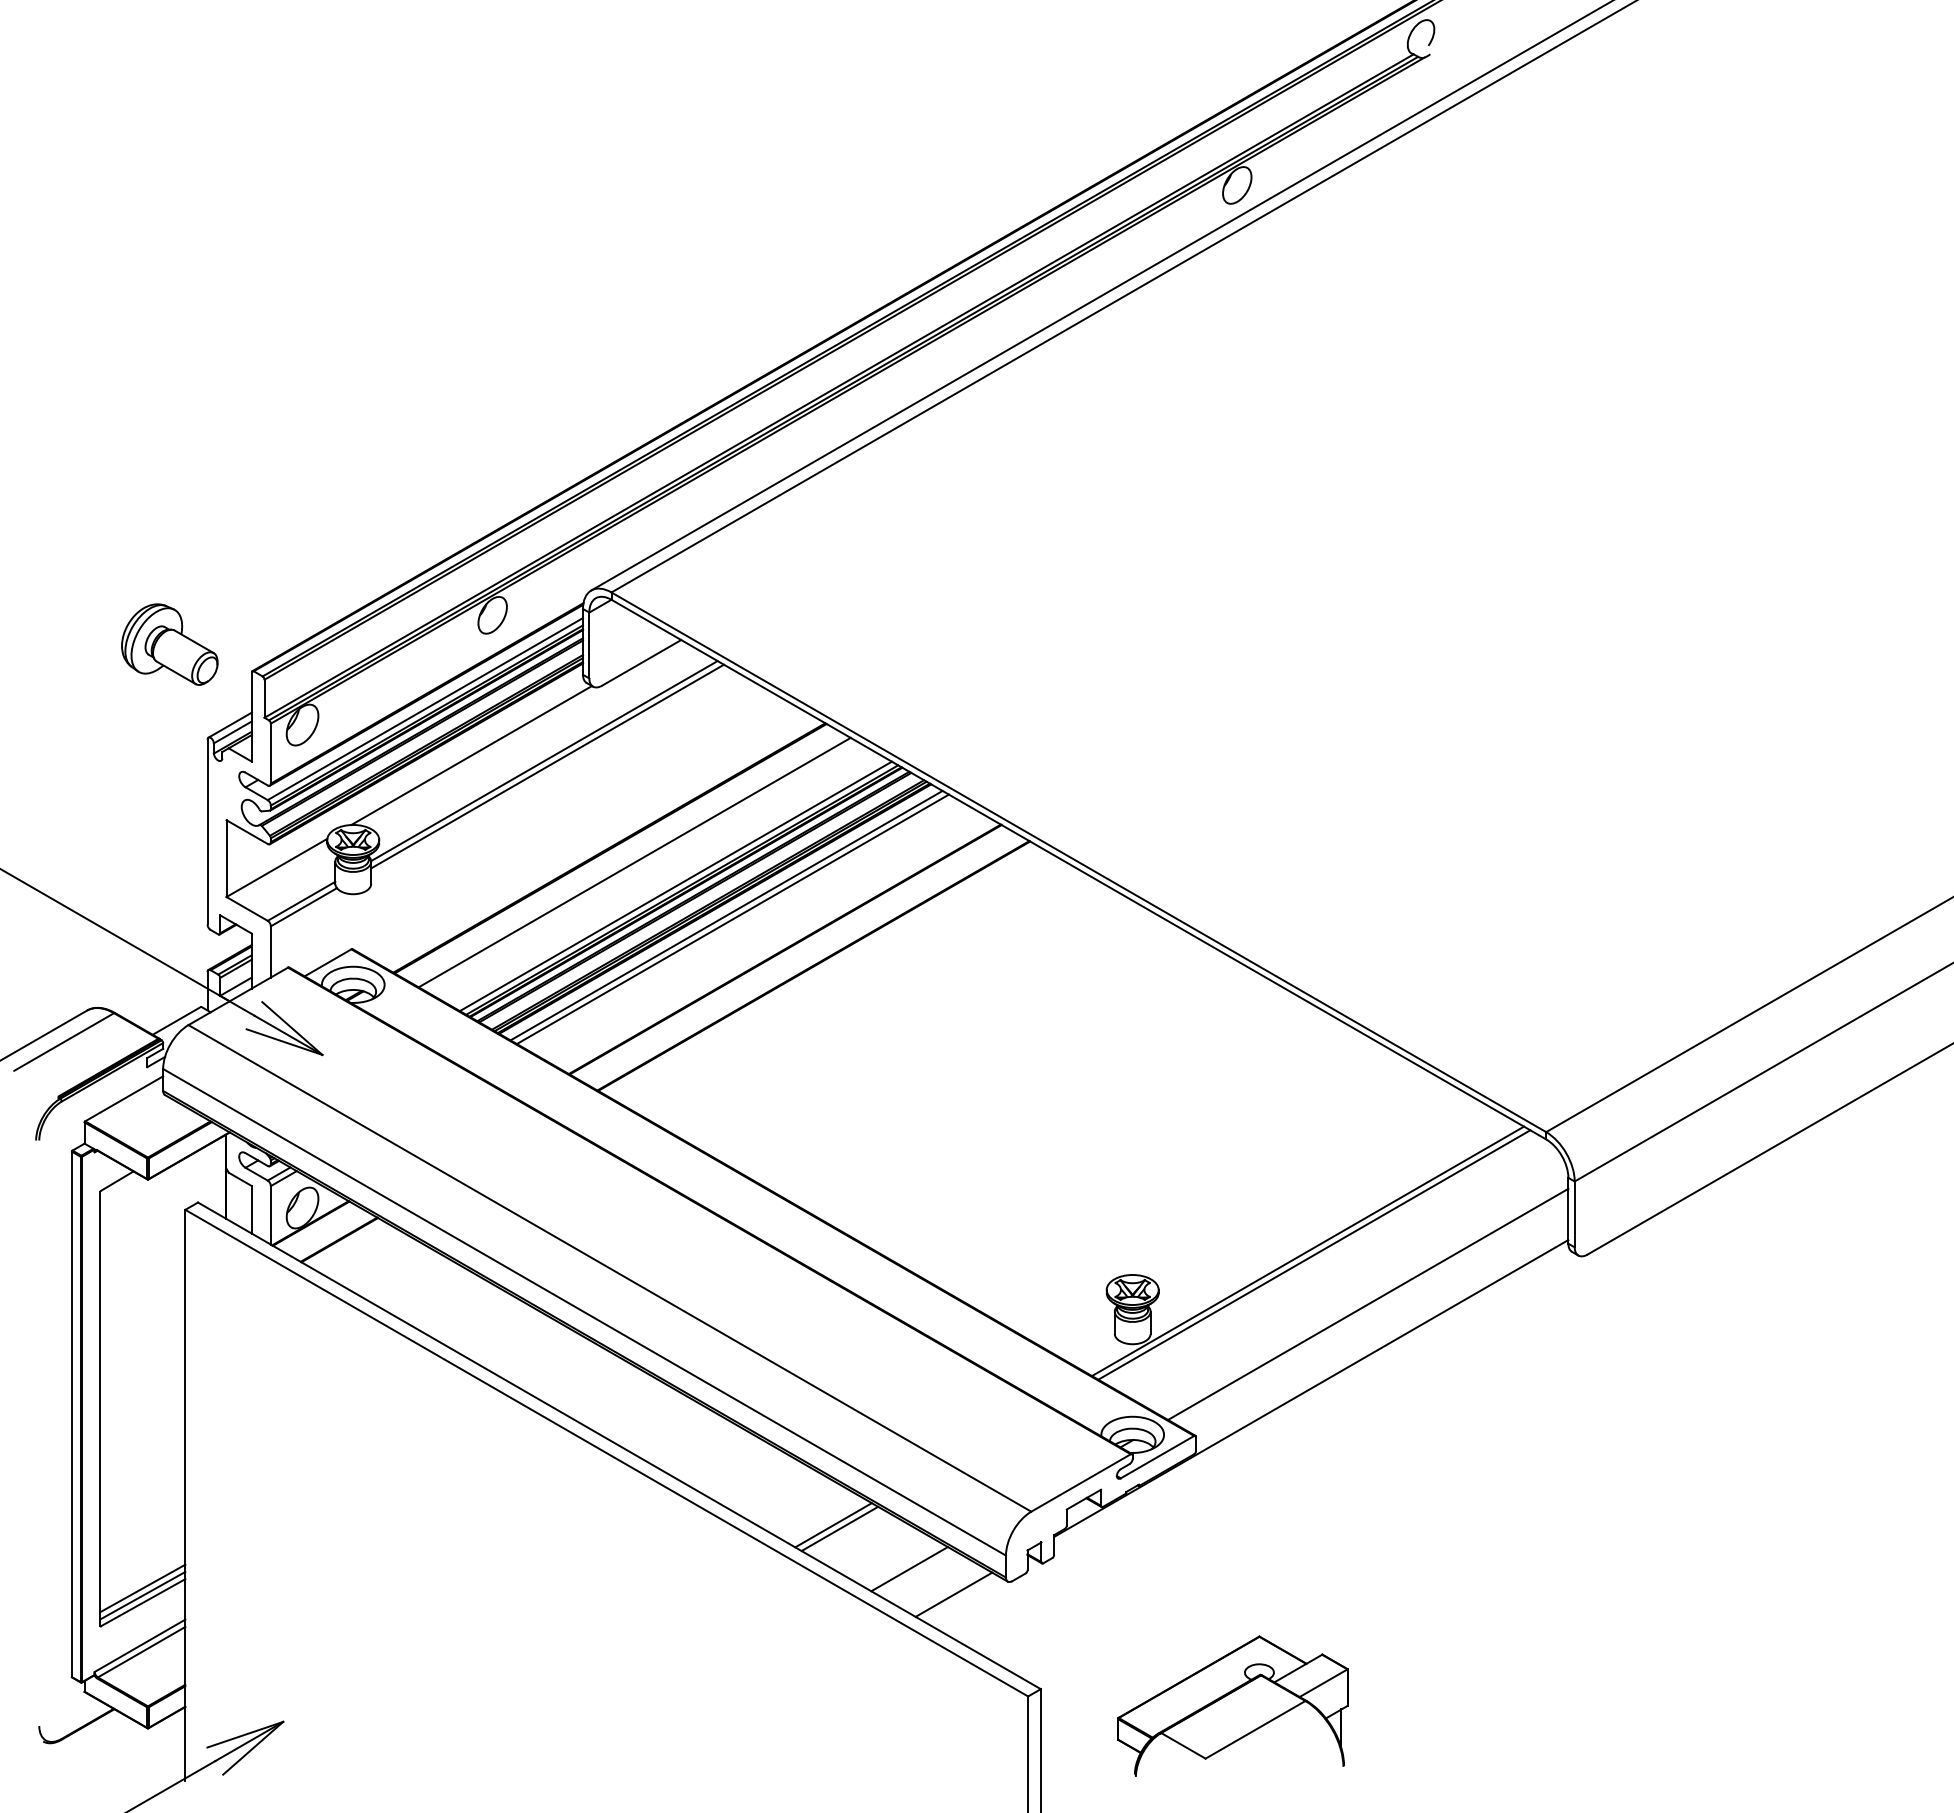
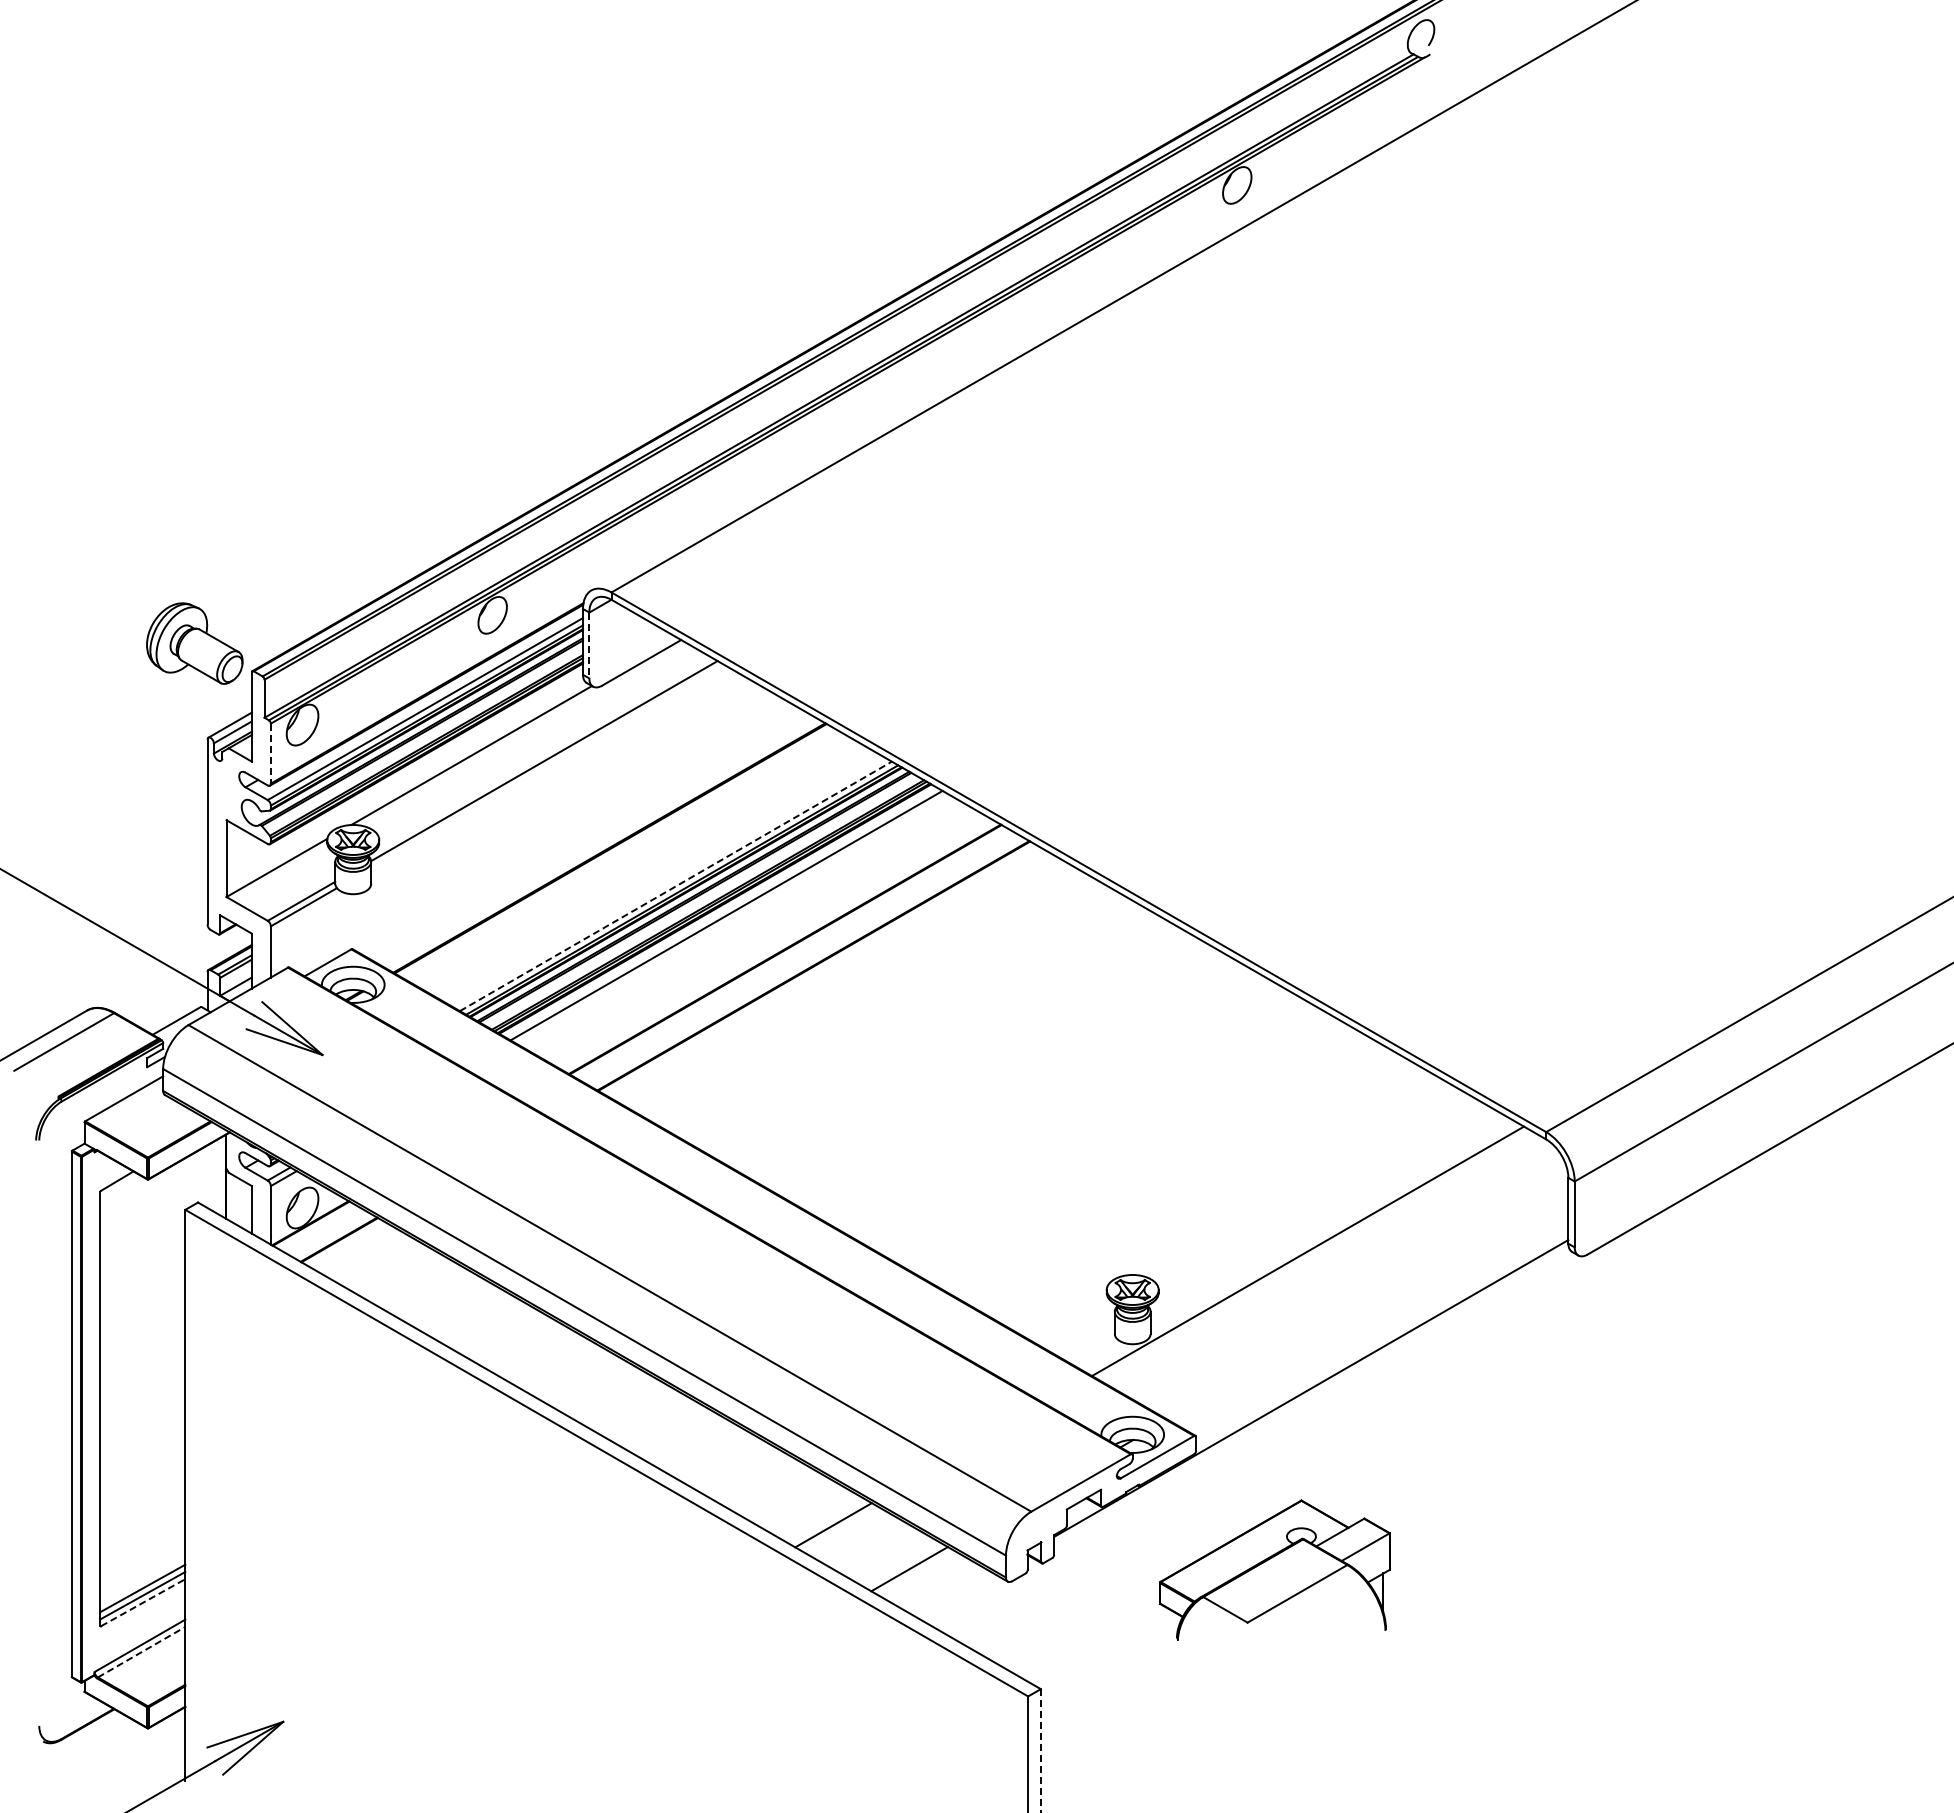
line at (1100, 296): present -> none
part at (169, 644) position: (169, 644) -> (194, 643)
line at (589, 645): solid -> dashed
line at (270, 754): solid -> dashed
line at (547, 766): present -> none
line at (634, 862): present -> none
line at (676, 886): solid -> dashed
line at (732, 919): present -> none
line at (1314, 1254): present -> none
line at (1368, 1303): present -> none
line at (839, 1528): present -> none
line at (953, 1594): present -> none
line at (143, 1602): solid -> dashed
line at (142, 1651): solid -> dashed
part at (1232, 1705) position: (1232, 1705) -> (1274, 1569)
line at (1040, 1751): solid -> dashed
